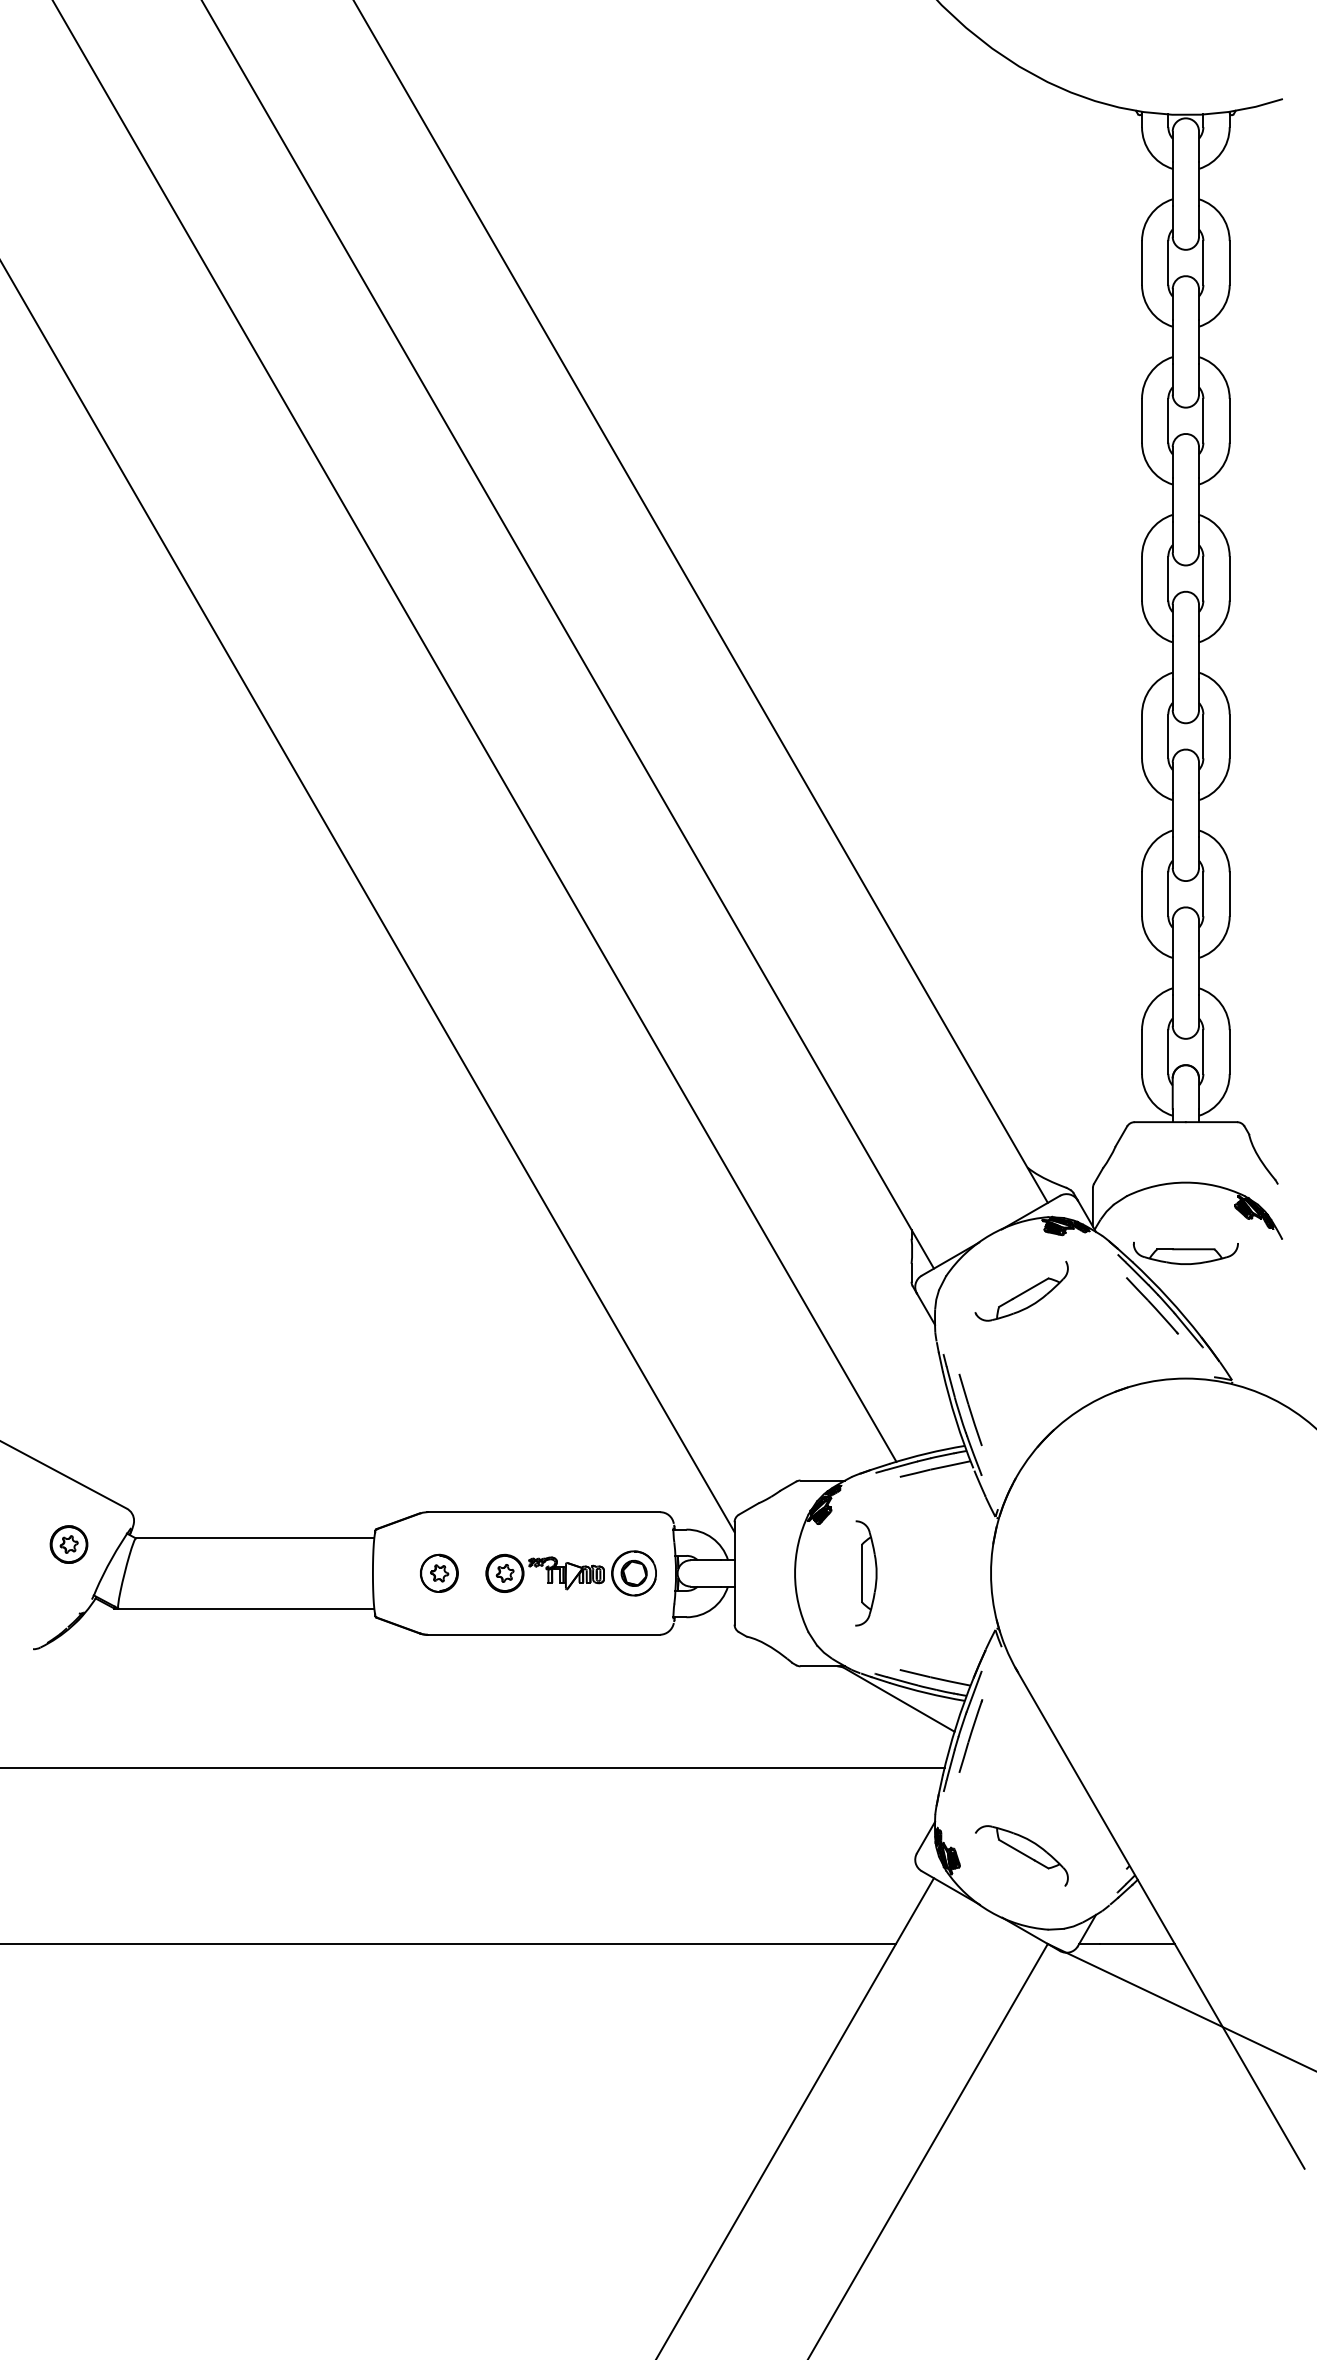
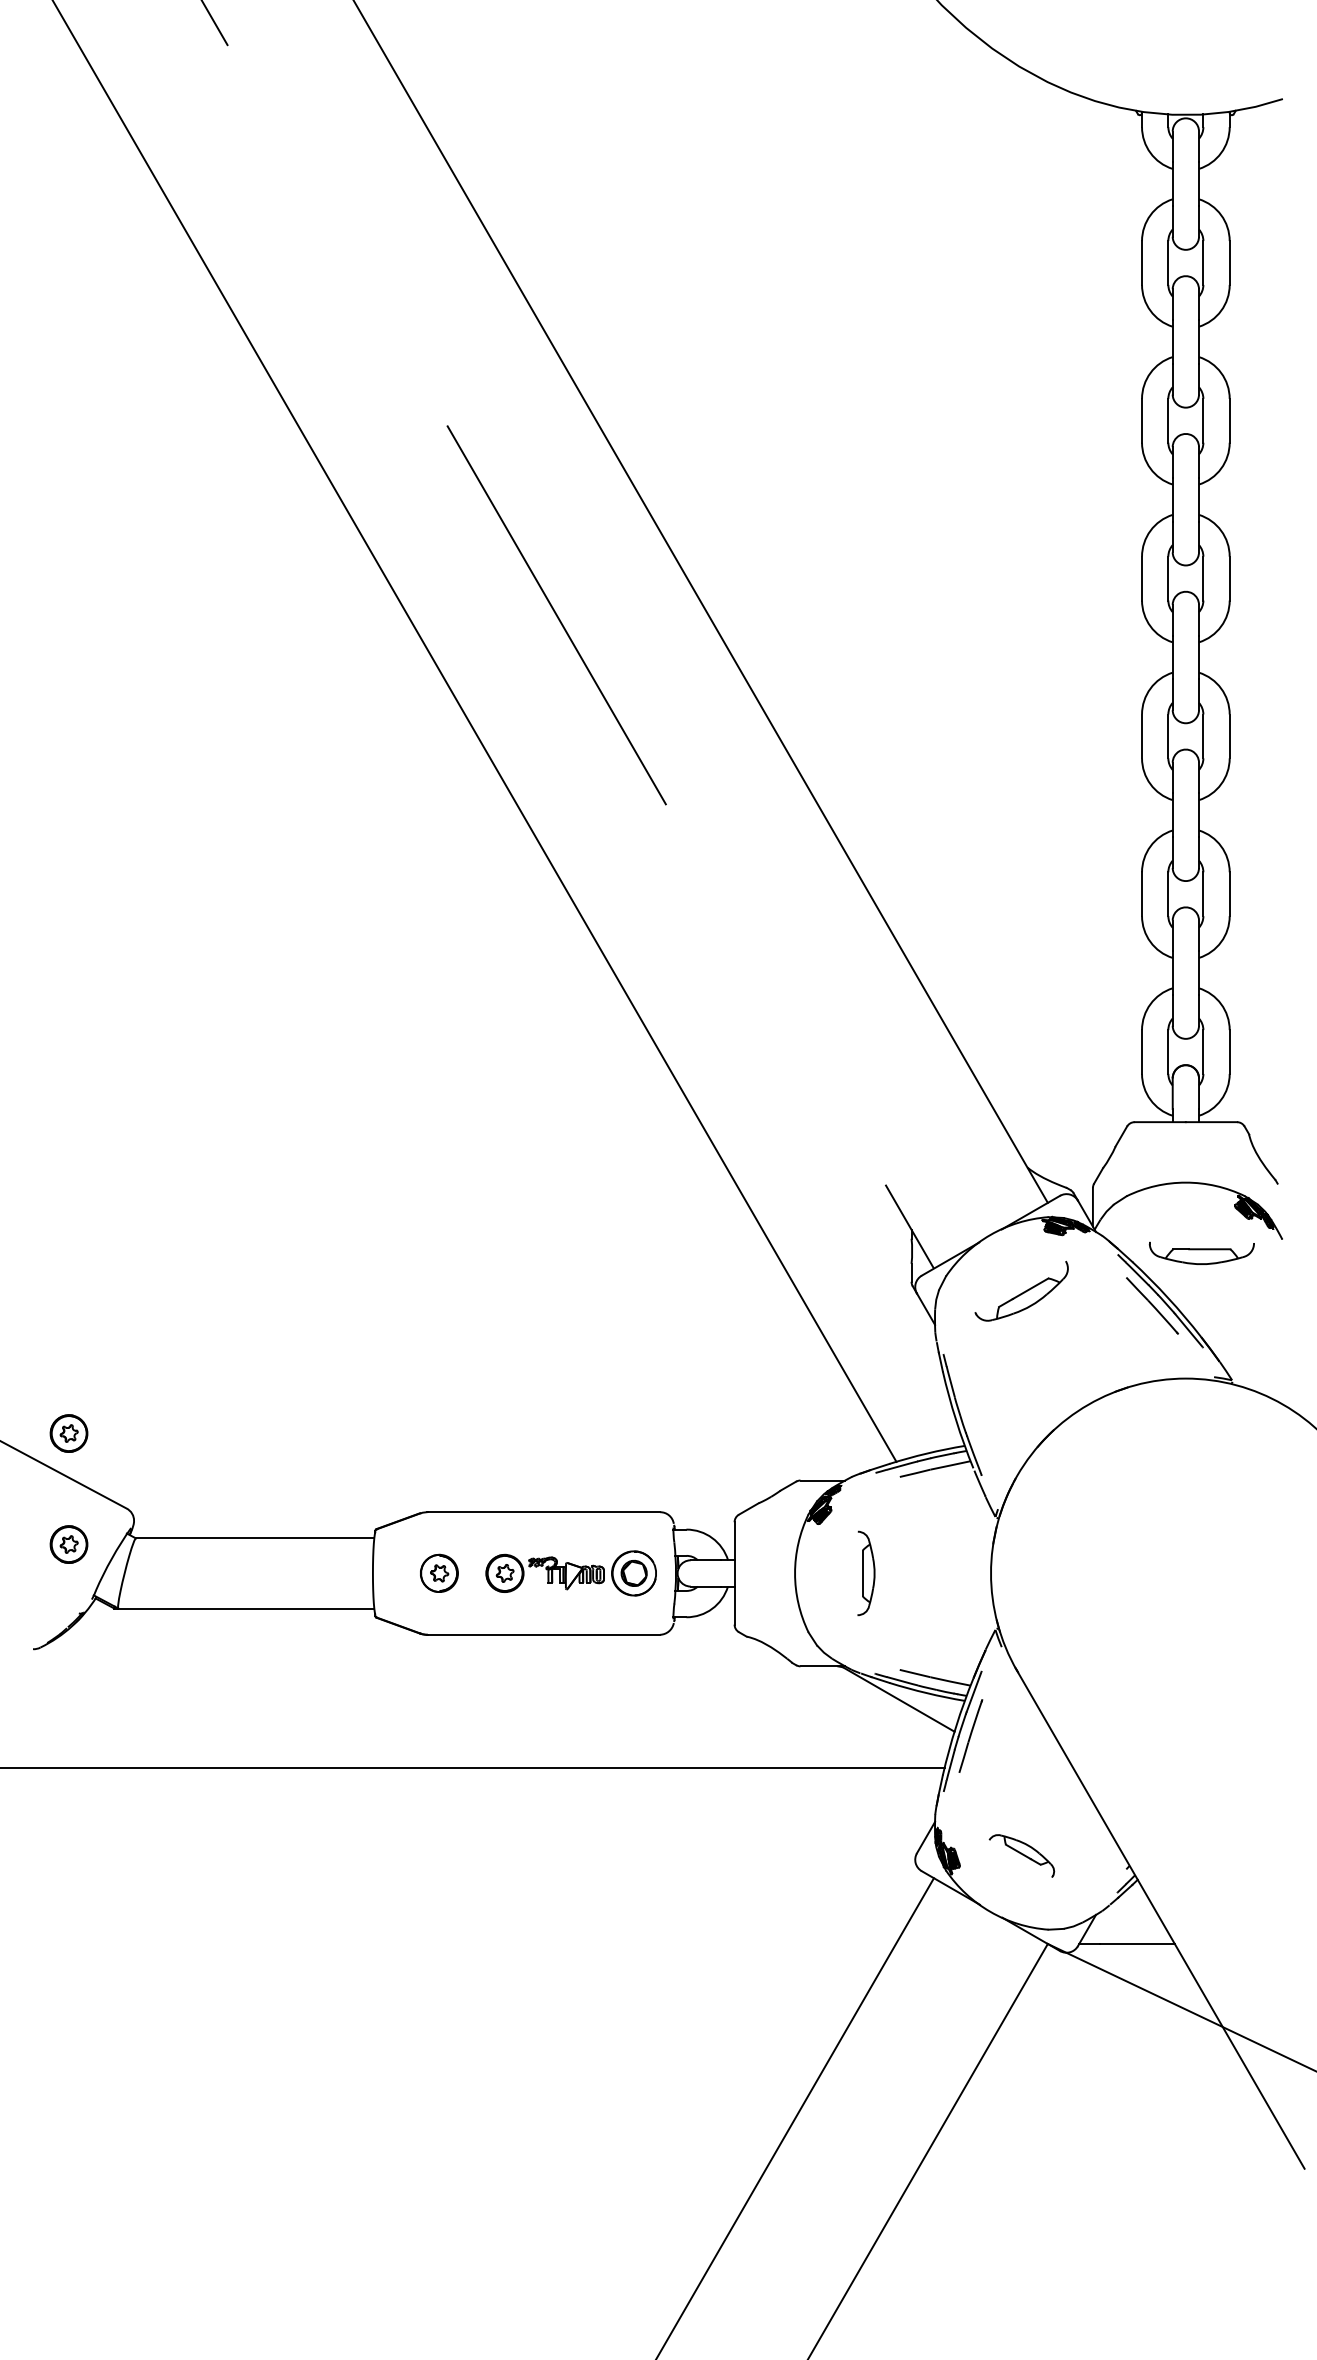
line at (568, 634): solid -> dashed
line at (368, 898): present -> none
part at (1185, 1252) position: (1185, 1252) -> (1201, 1252)
line at (970, 1409): present -> none
part at (68, 1433): none -> present
part at (866, 1573) size: 23x107 px -> 19x87 px
part at (1021, 1855) size: 94x62 px -> 68x44 px
line at (449, 1943): present -> none
